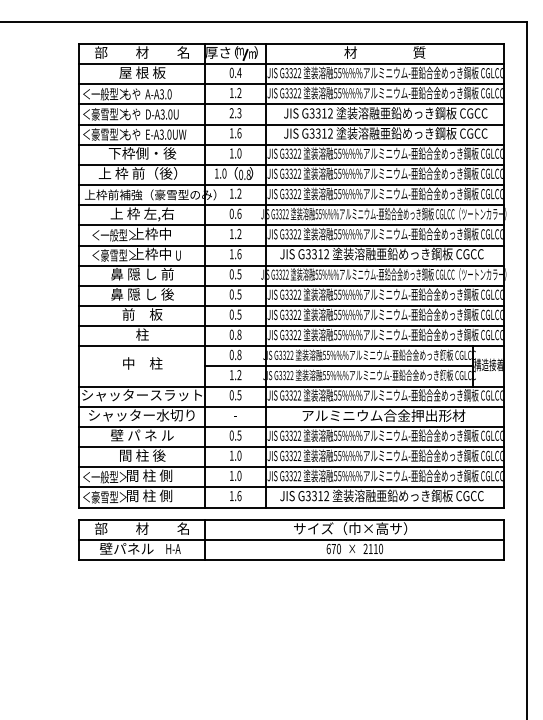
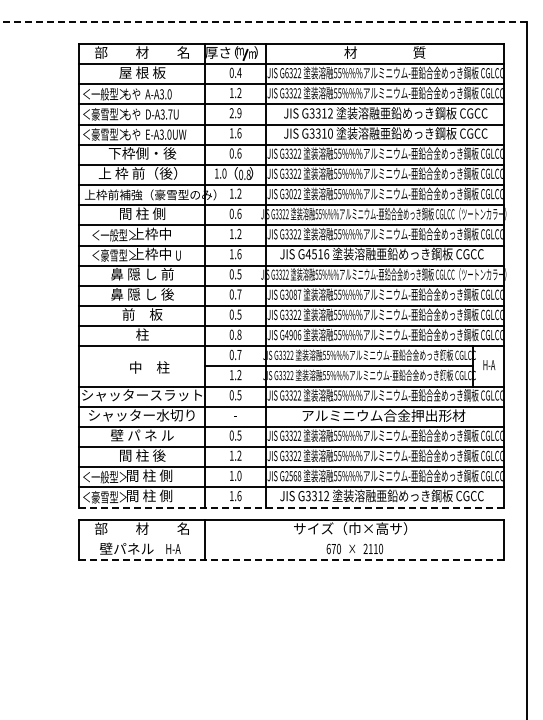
line at (263, 21): solid -> dashed
text at (286, 73): G3322 -> G6322
text at (239, 112): 2.3 -> 2.9
text at (170, 114): D-A3.0U -> D-A3.7U
text at (330, 133): G3312 -> G3310
text at (235, 153): 1.0 -> 0.6
text at (290, 193): G3322 -> G3022
text at (141, 214): 上 枠 左,右 -> 間 柱 側
text at (317, 254): G3312 -> G4516
text at (239, 294): 0.5 -> 0.7
text at (295, 294): G3322 -> G3087
text at (293, 335): G3322 -> G4906
text at (239, 354): 0.8 -> 0.7
text at (142, 363) position: (142, 363) -> (149, 367)
text at (488, 364): 構造接着 -> H-A
text at (239, 455): 1.0 -> 1.2
text at (293, 476): G3322 -> G2568
line at (292, 507): solid -> dashed
line at (291, 540): present -> none
line at (292, 560): solid -> dashed
